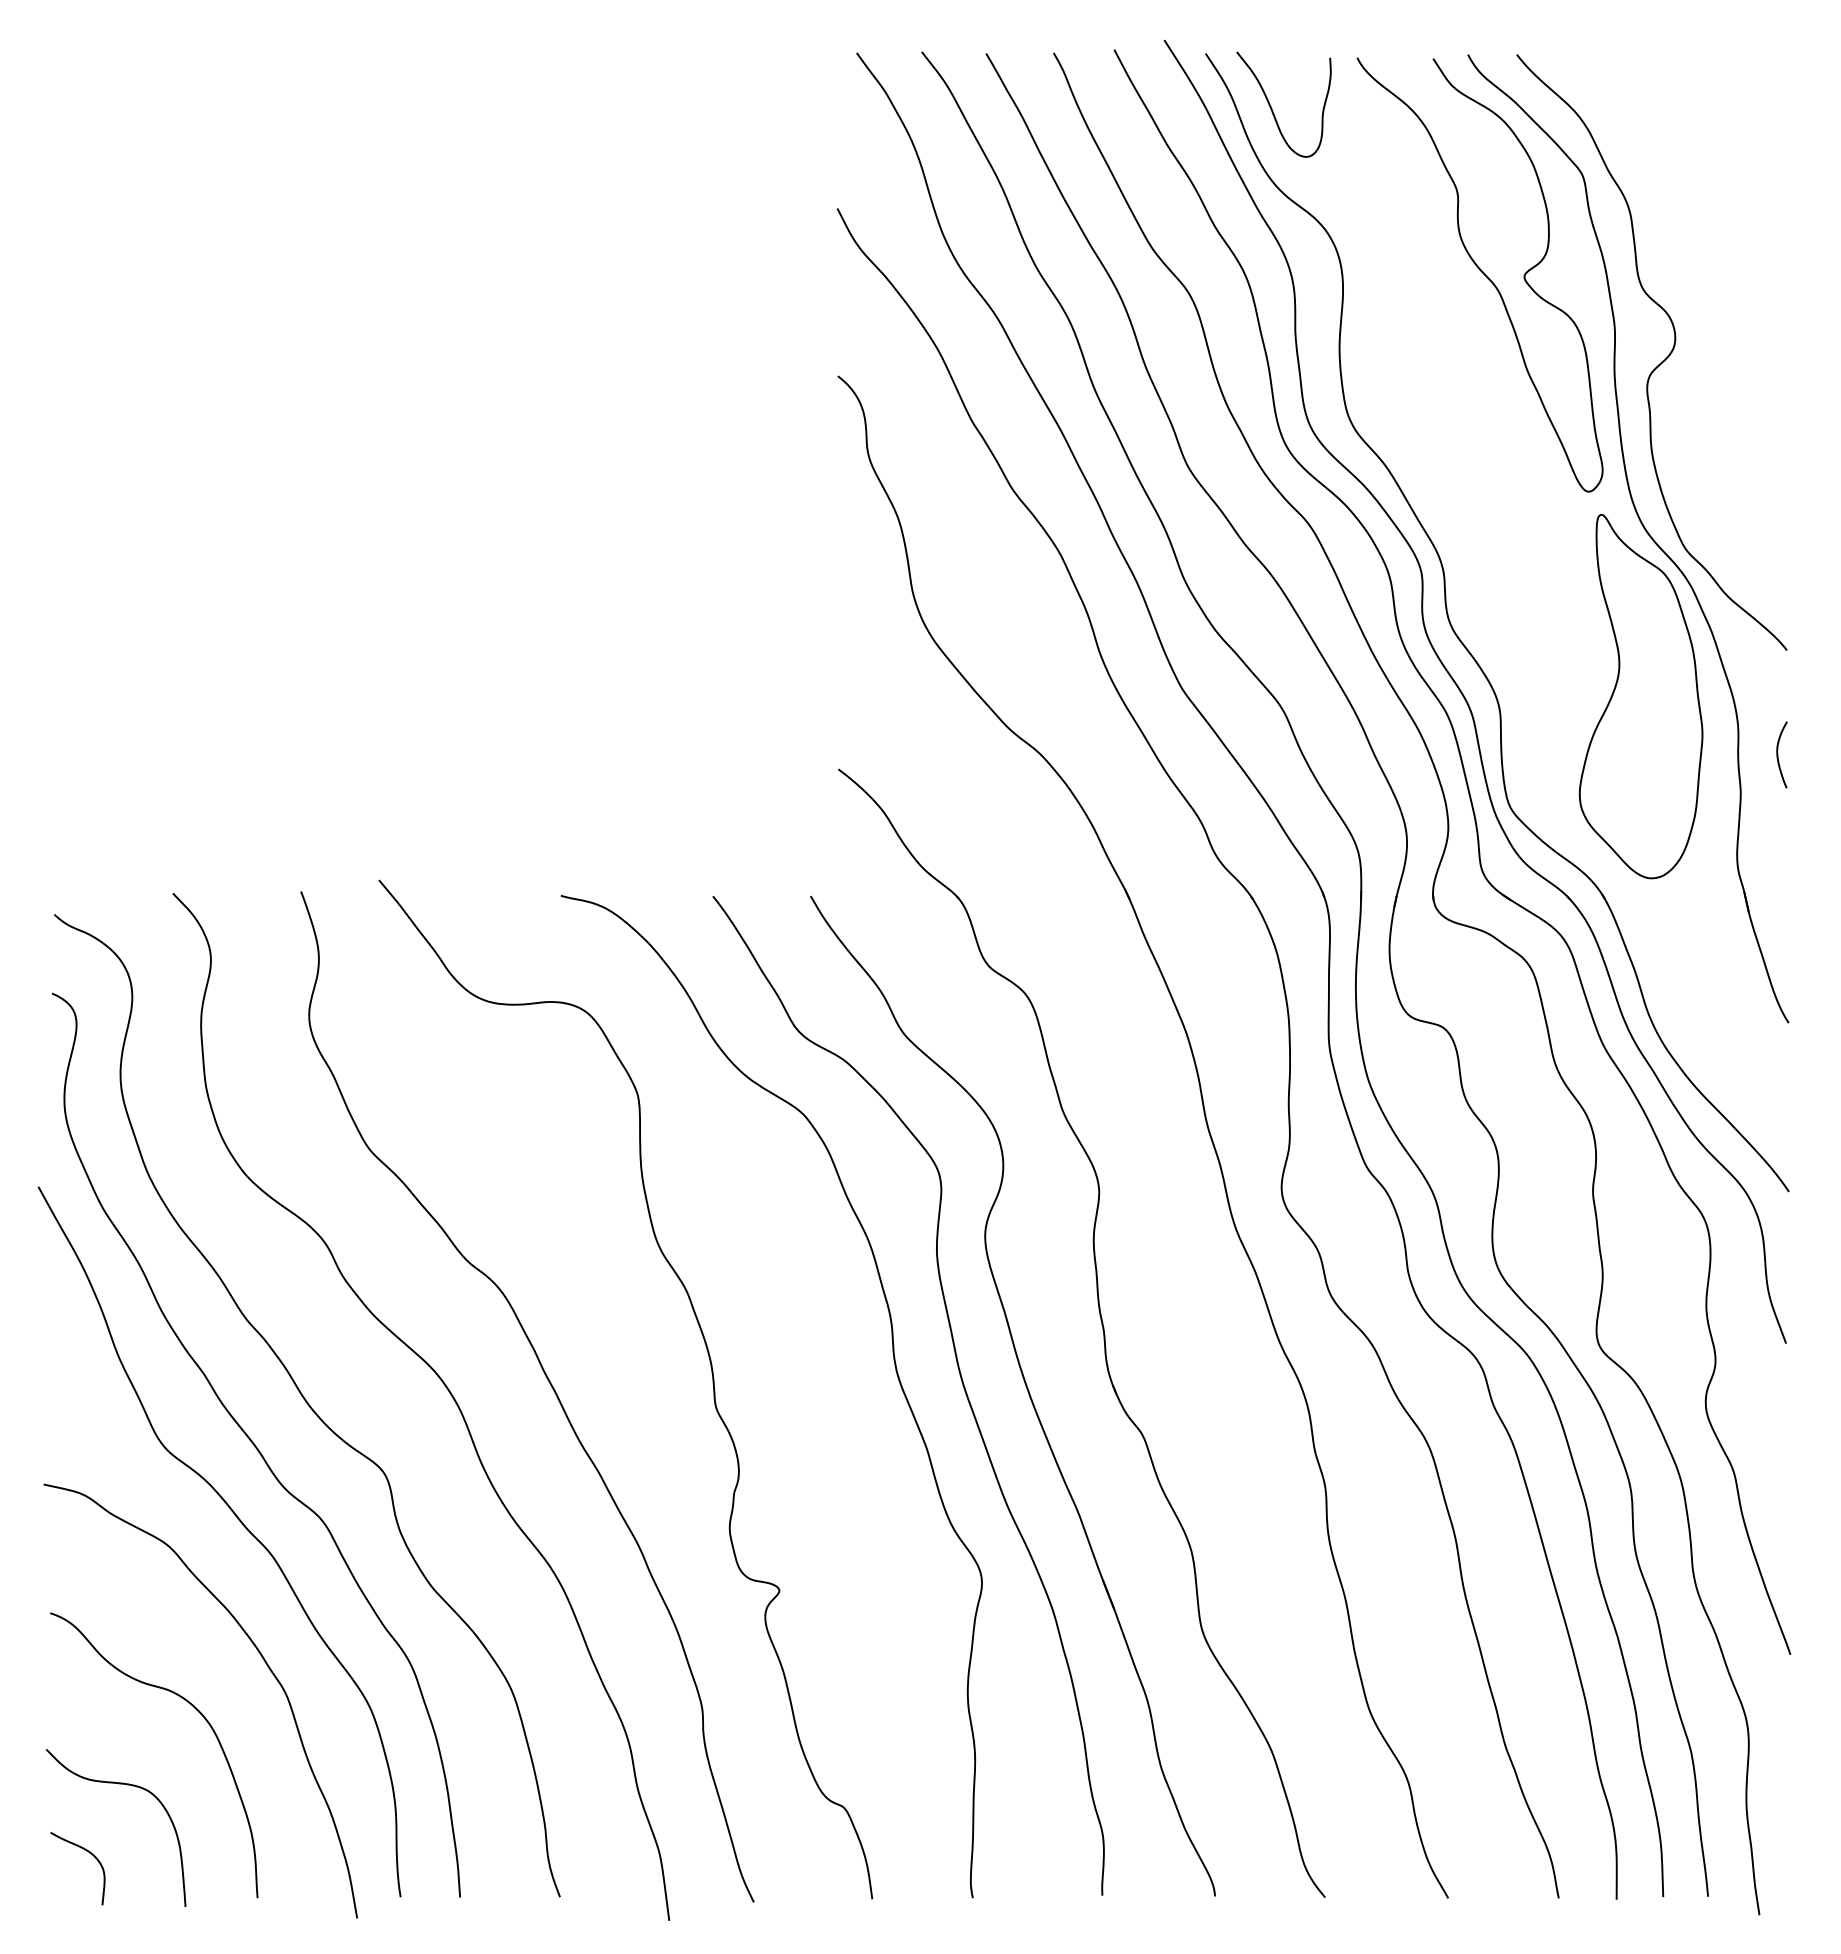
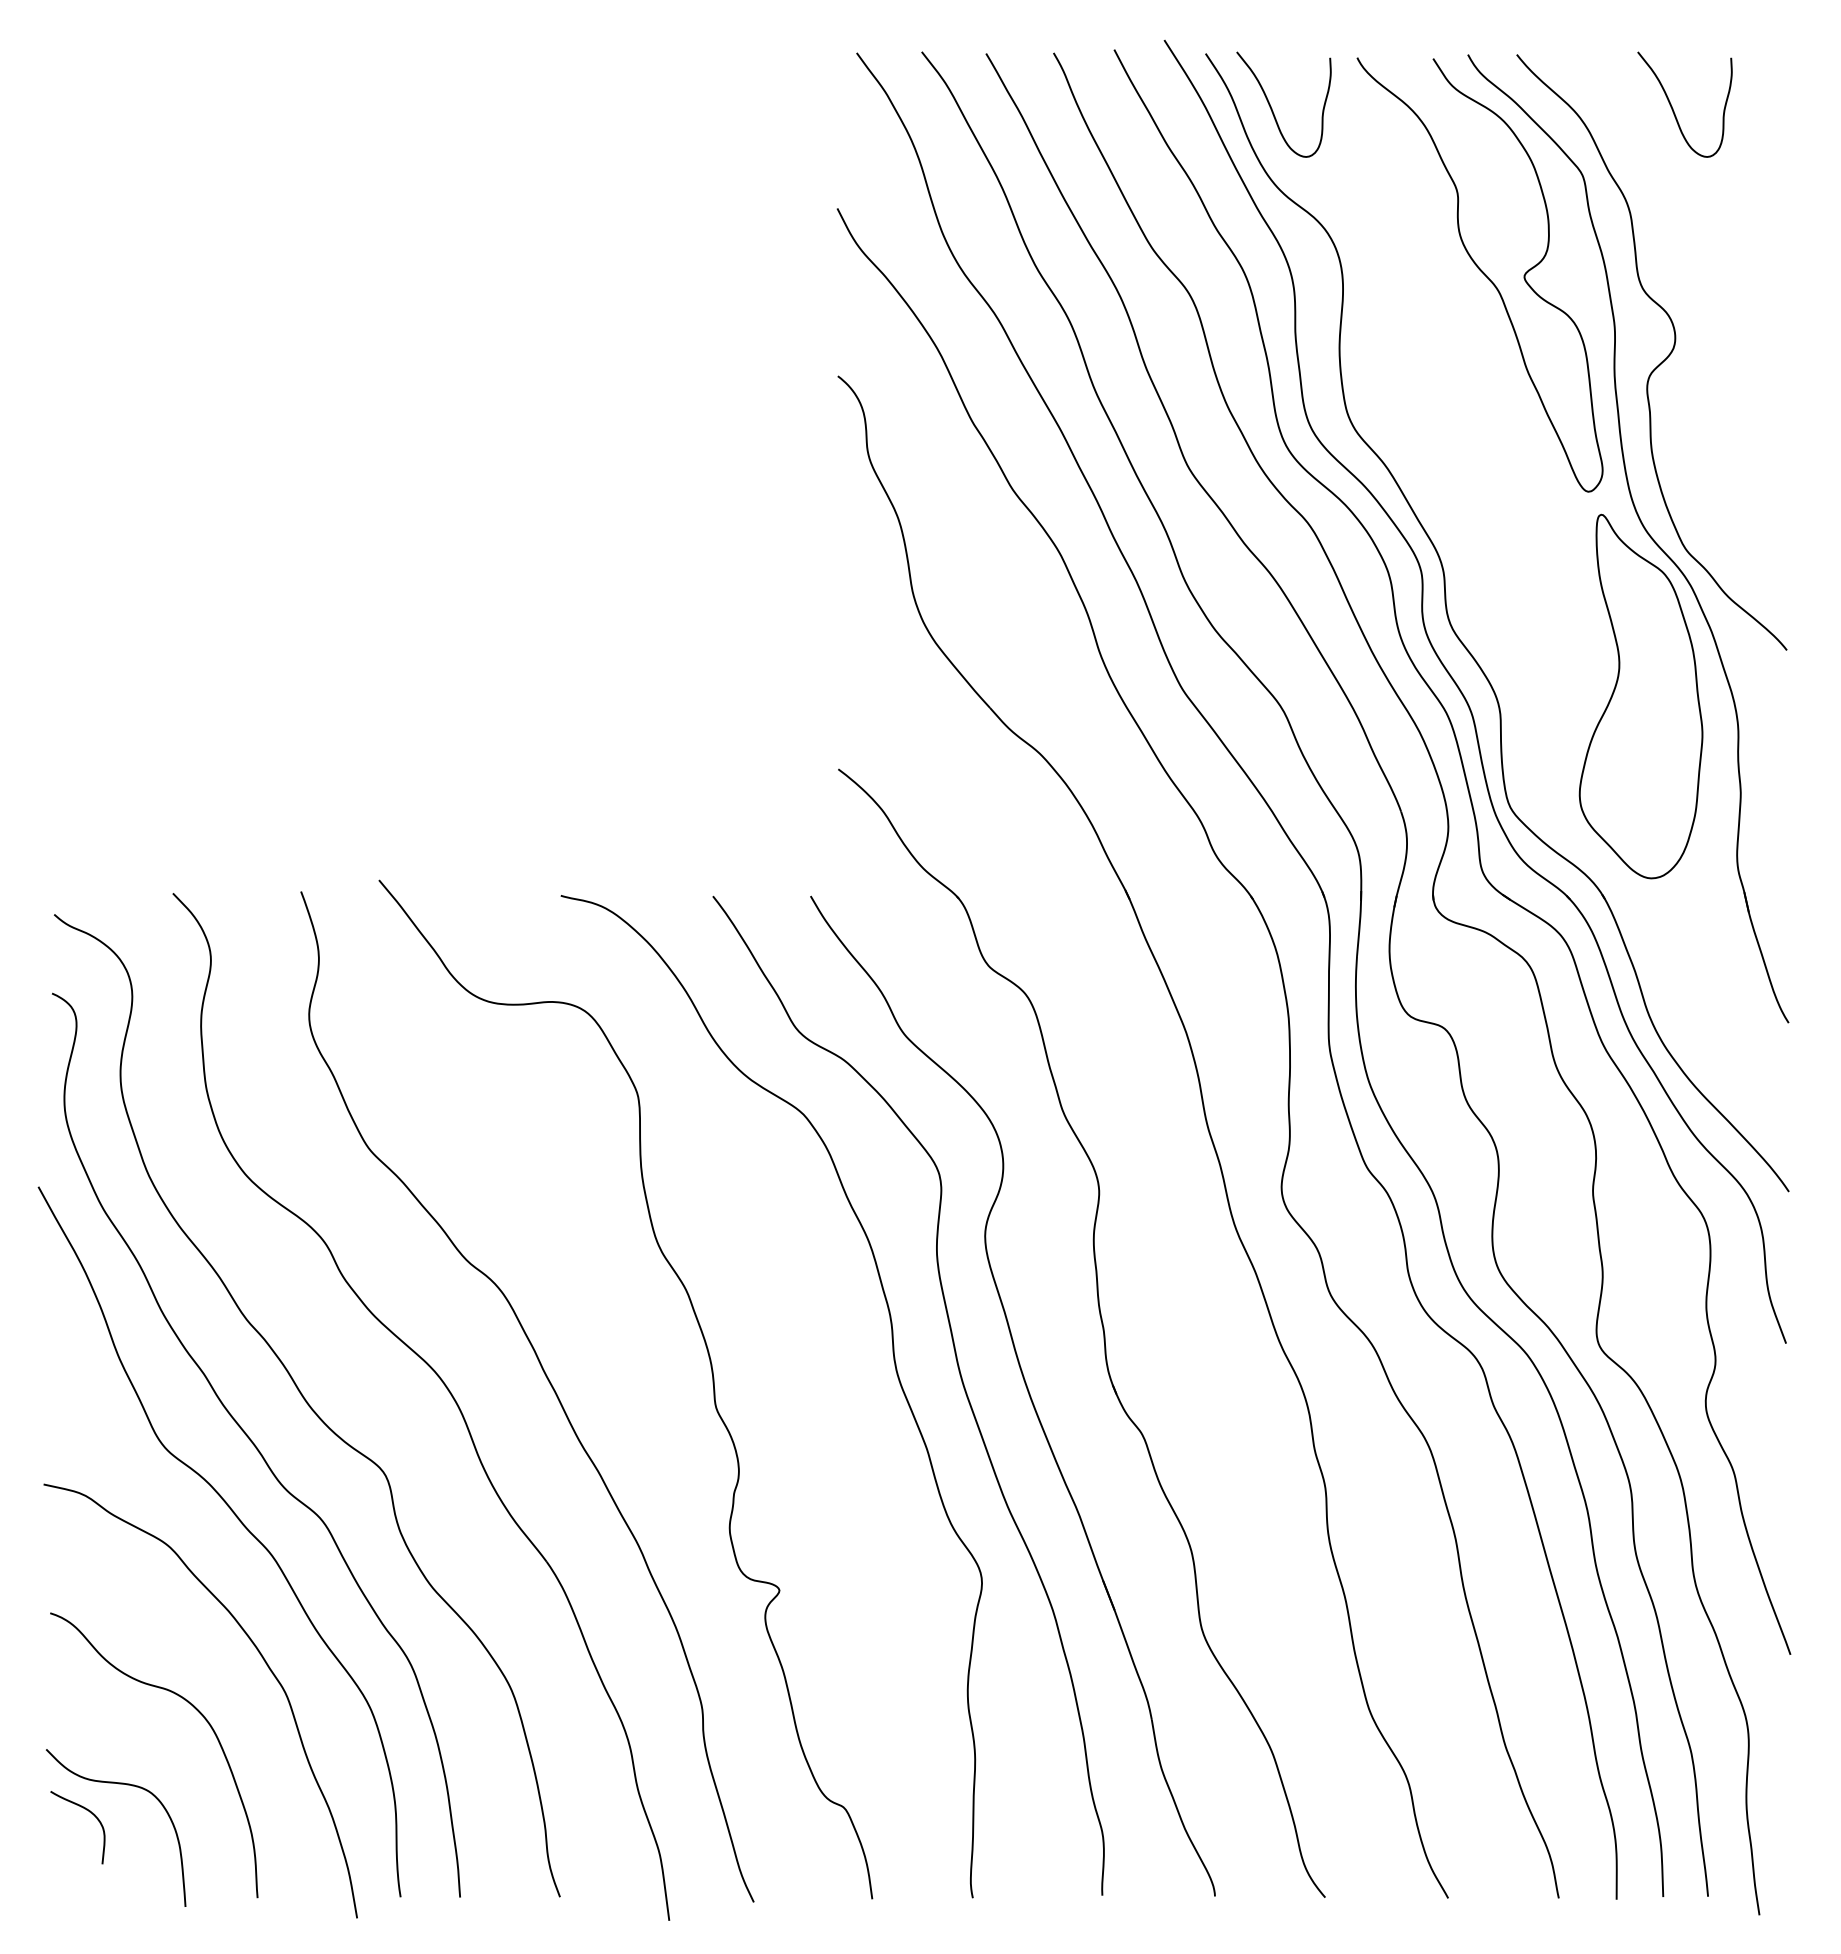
curve at (1673, 108): none -> present
curve at (1778, 754): present -> none
curve at (90, 1854) position: (90, 1854) -> (90, 1813)
